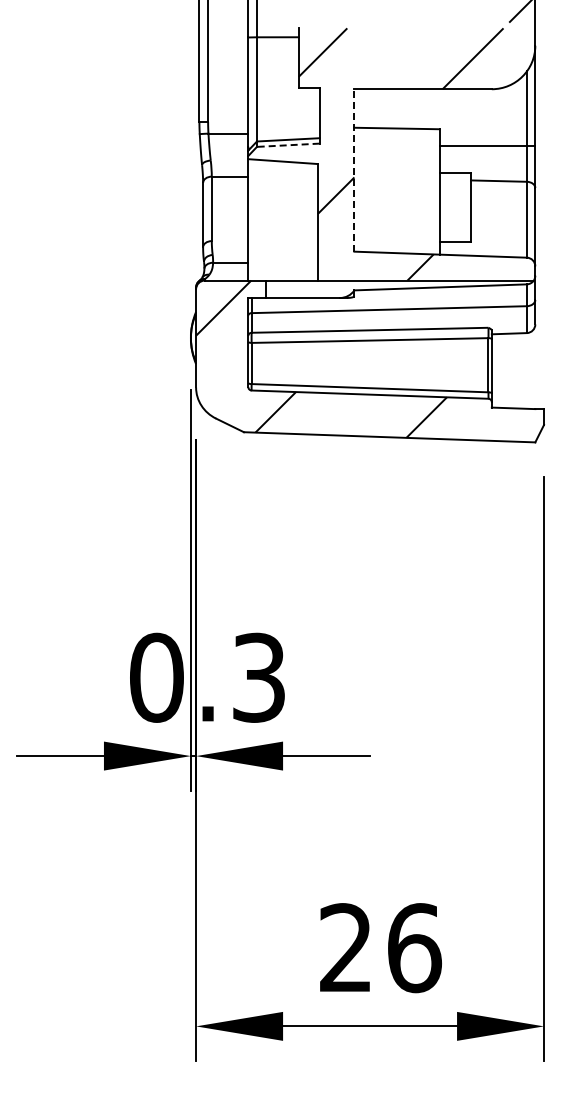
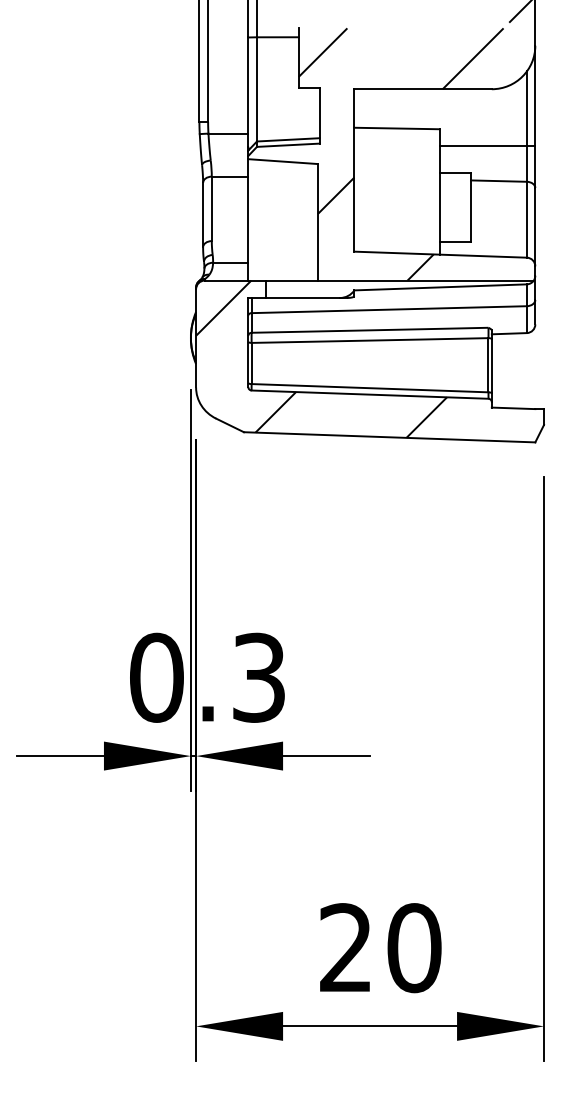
line at (287, 145): dashed -> solid
line at (354, 169): dashed -> solid
text at (414, 948): 26 -> 20
